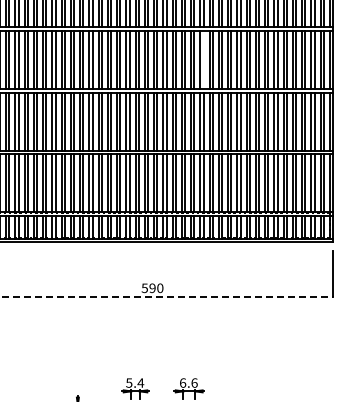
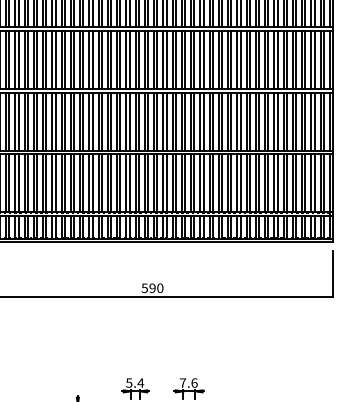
line at (203, 59): none -> present
line at (167, 296): dashed -> solid
text at (183, 382): 6.6 -> 7.6
